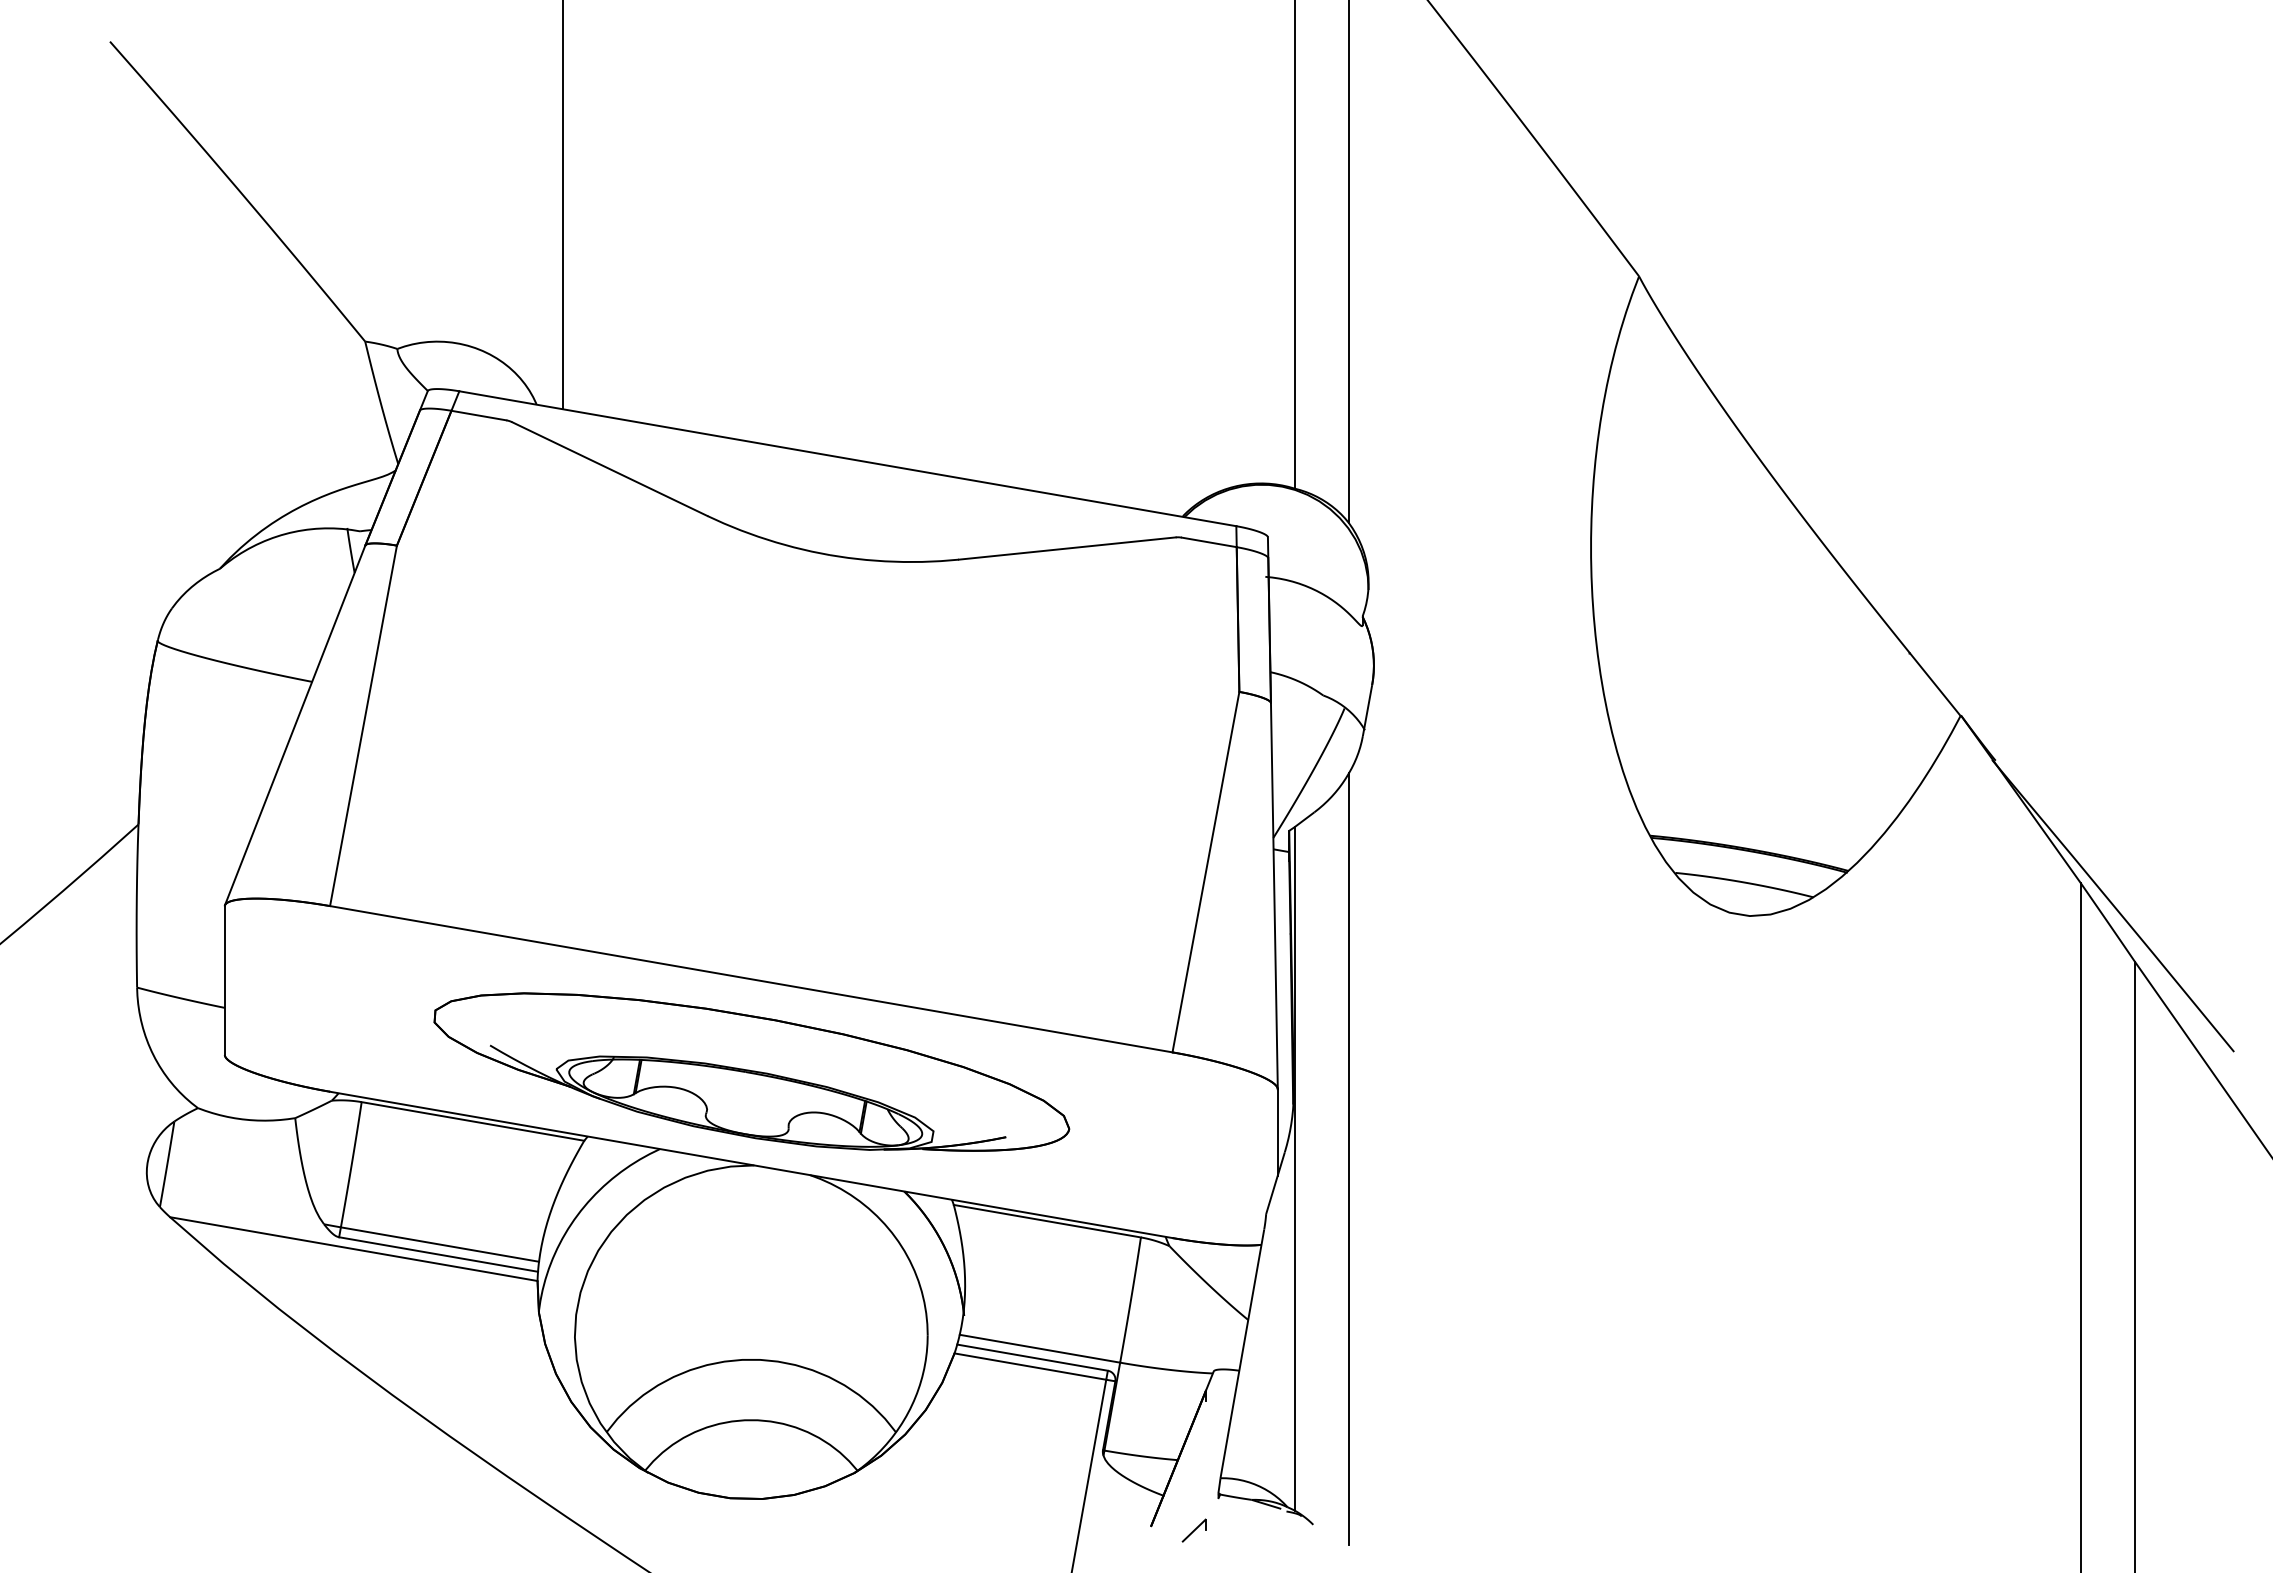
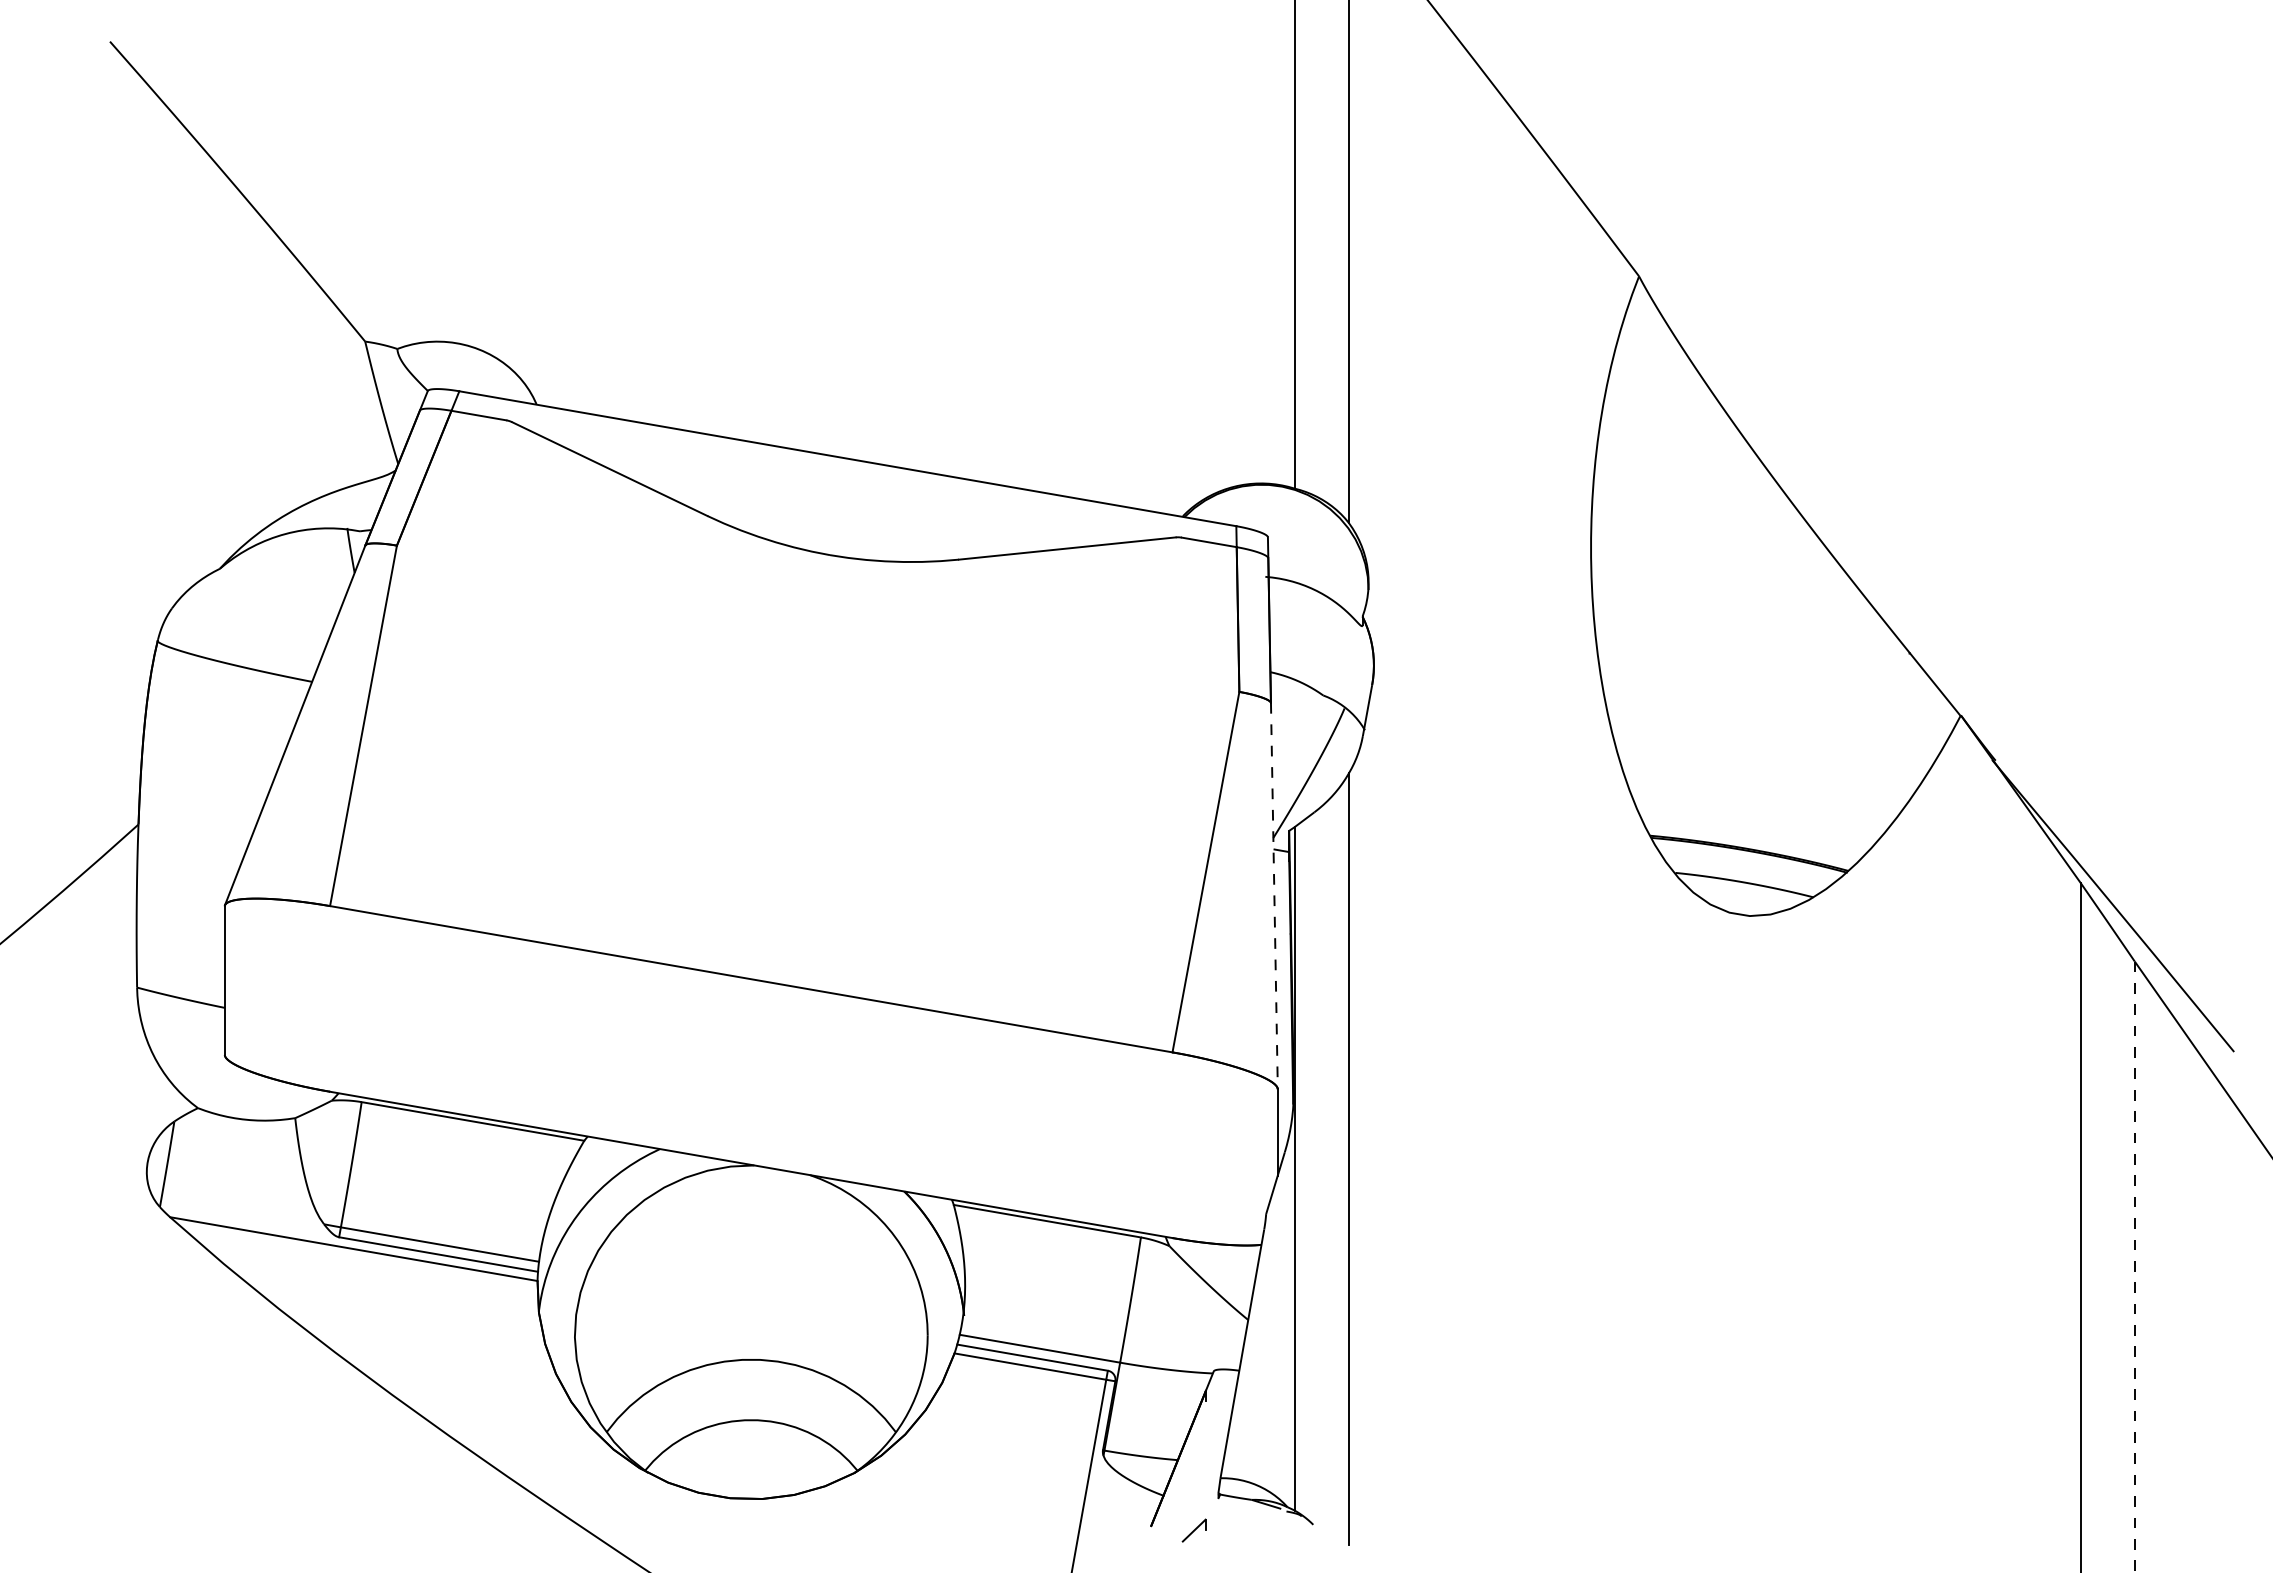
line at (562, 205): present -> none
line at (1274, 896): solid -> dashed
part at (751, 1071): present -> none
line at (2134, 1267): solid -> dashed
